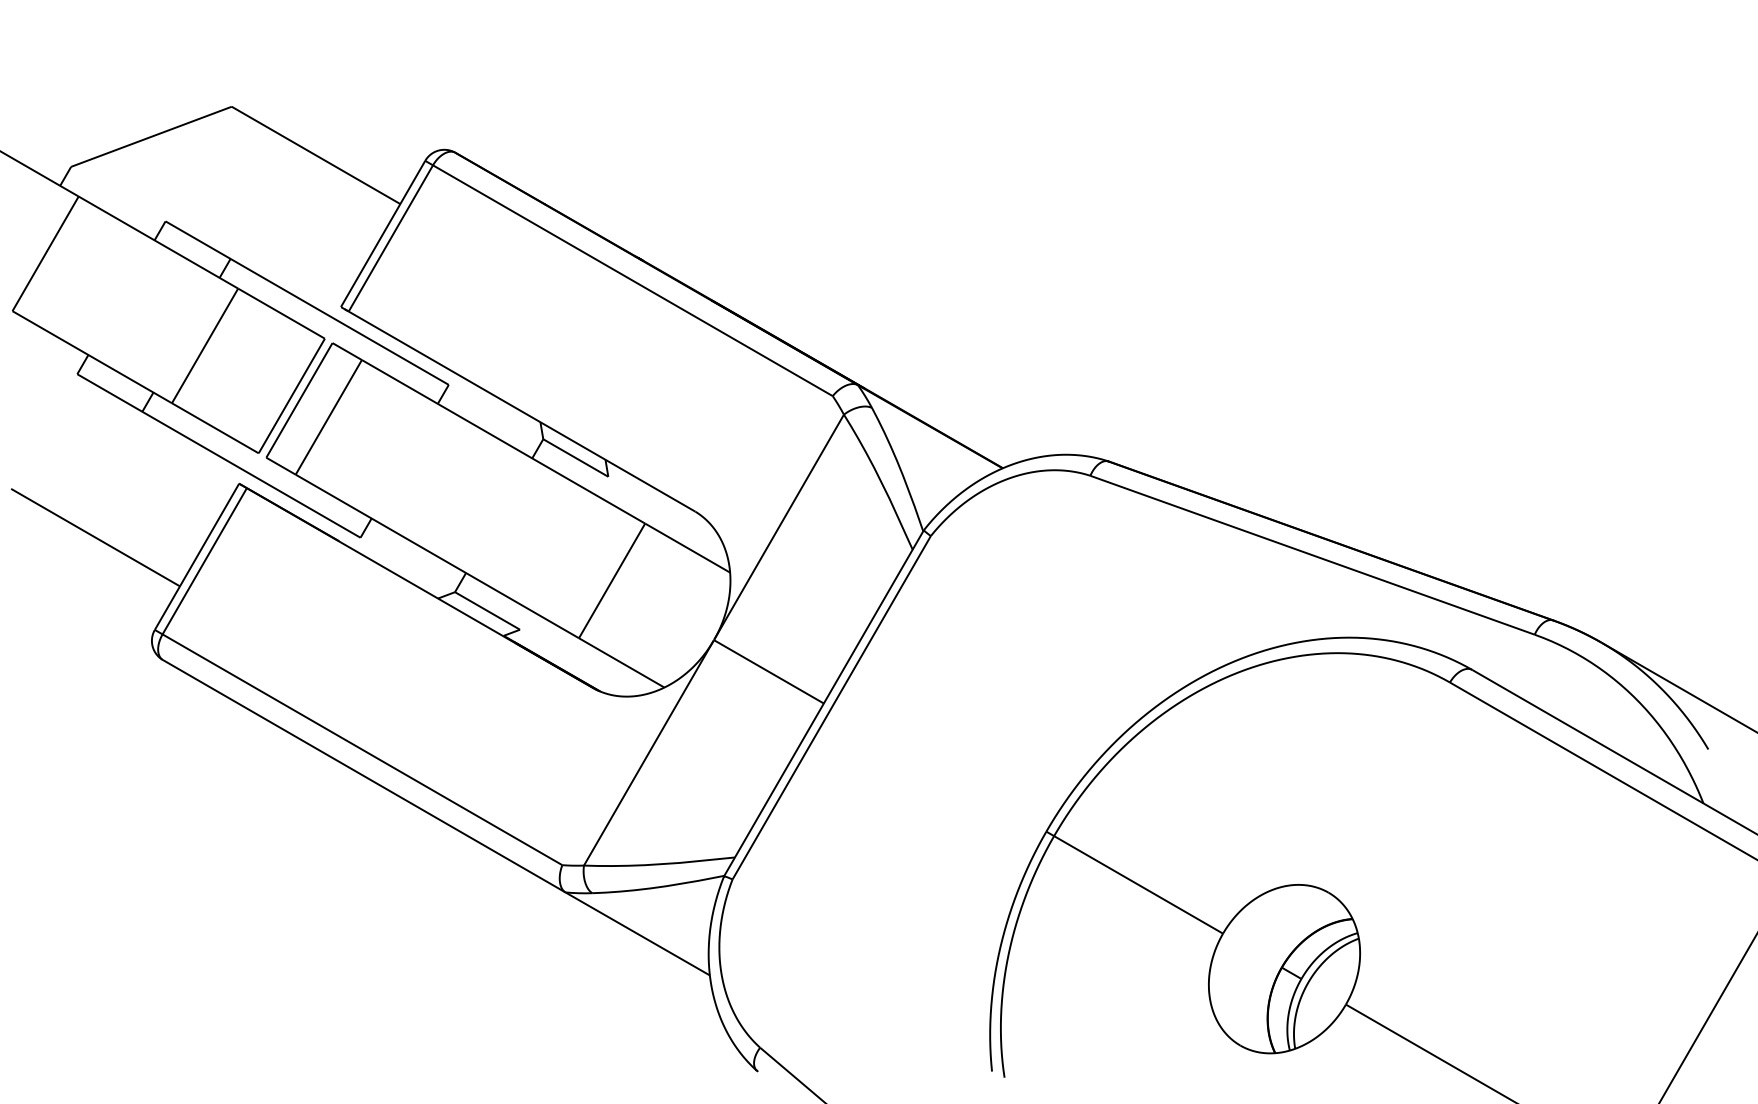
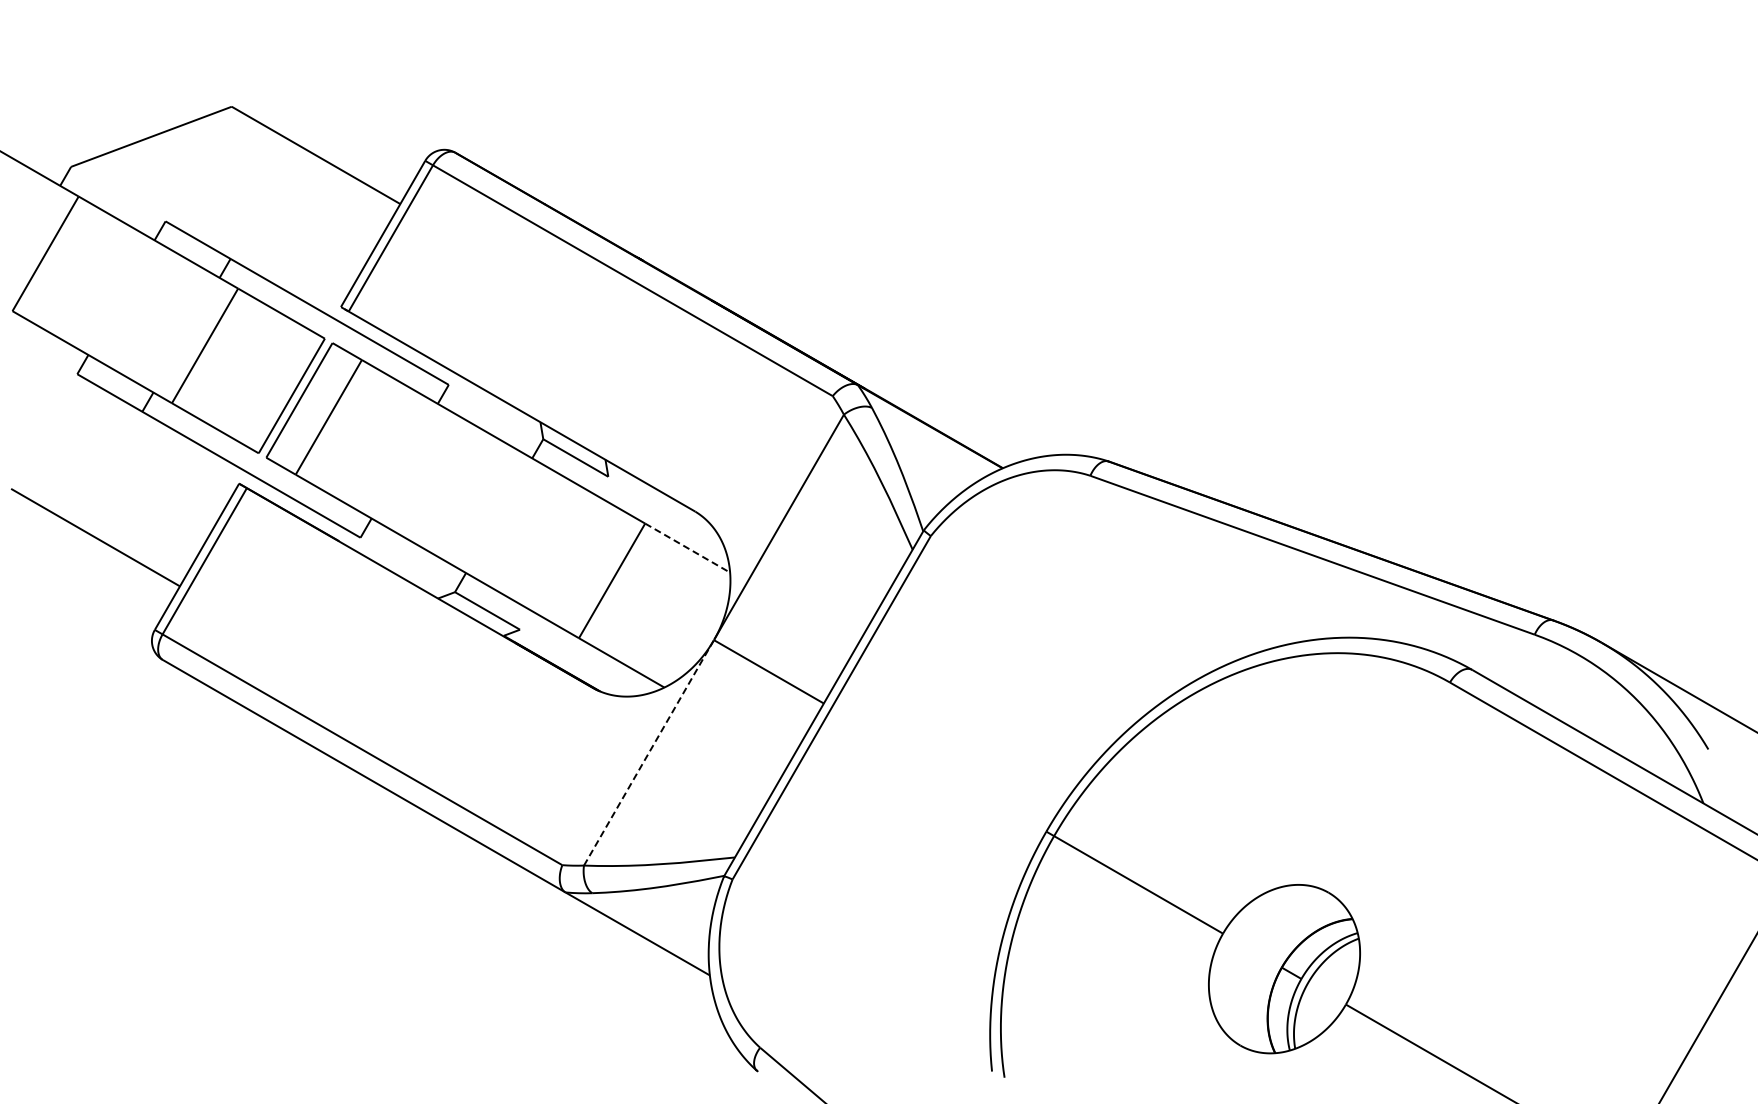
line at (688, 548): solid -> dashed
line at (648, 753): solid -> dashed
